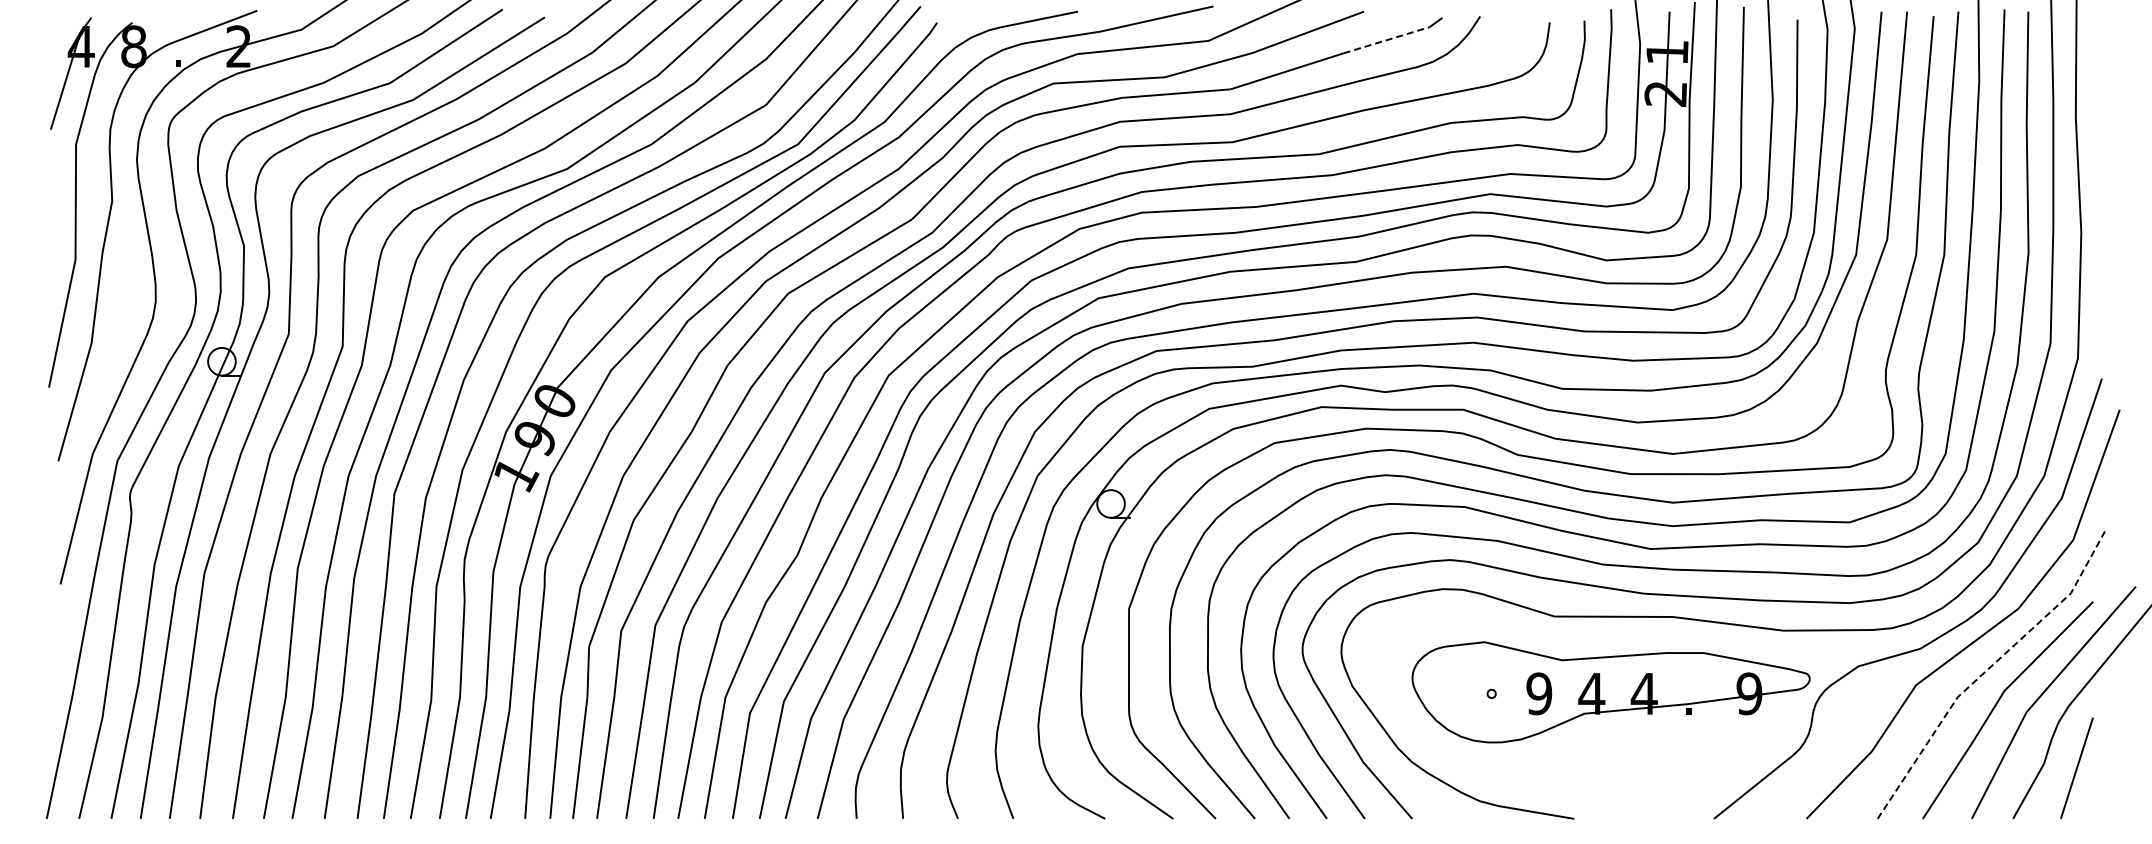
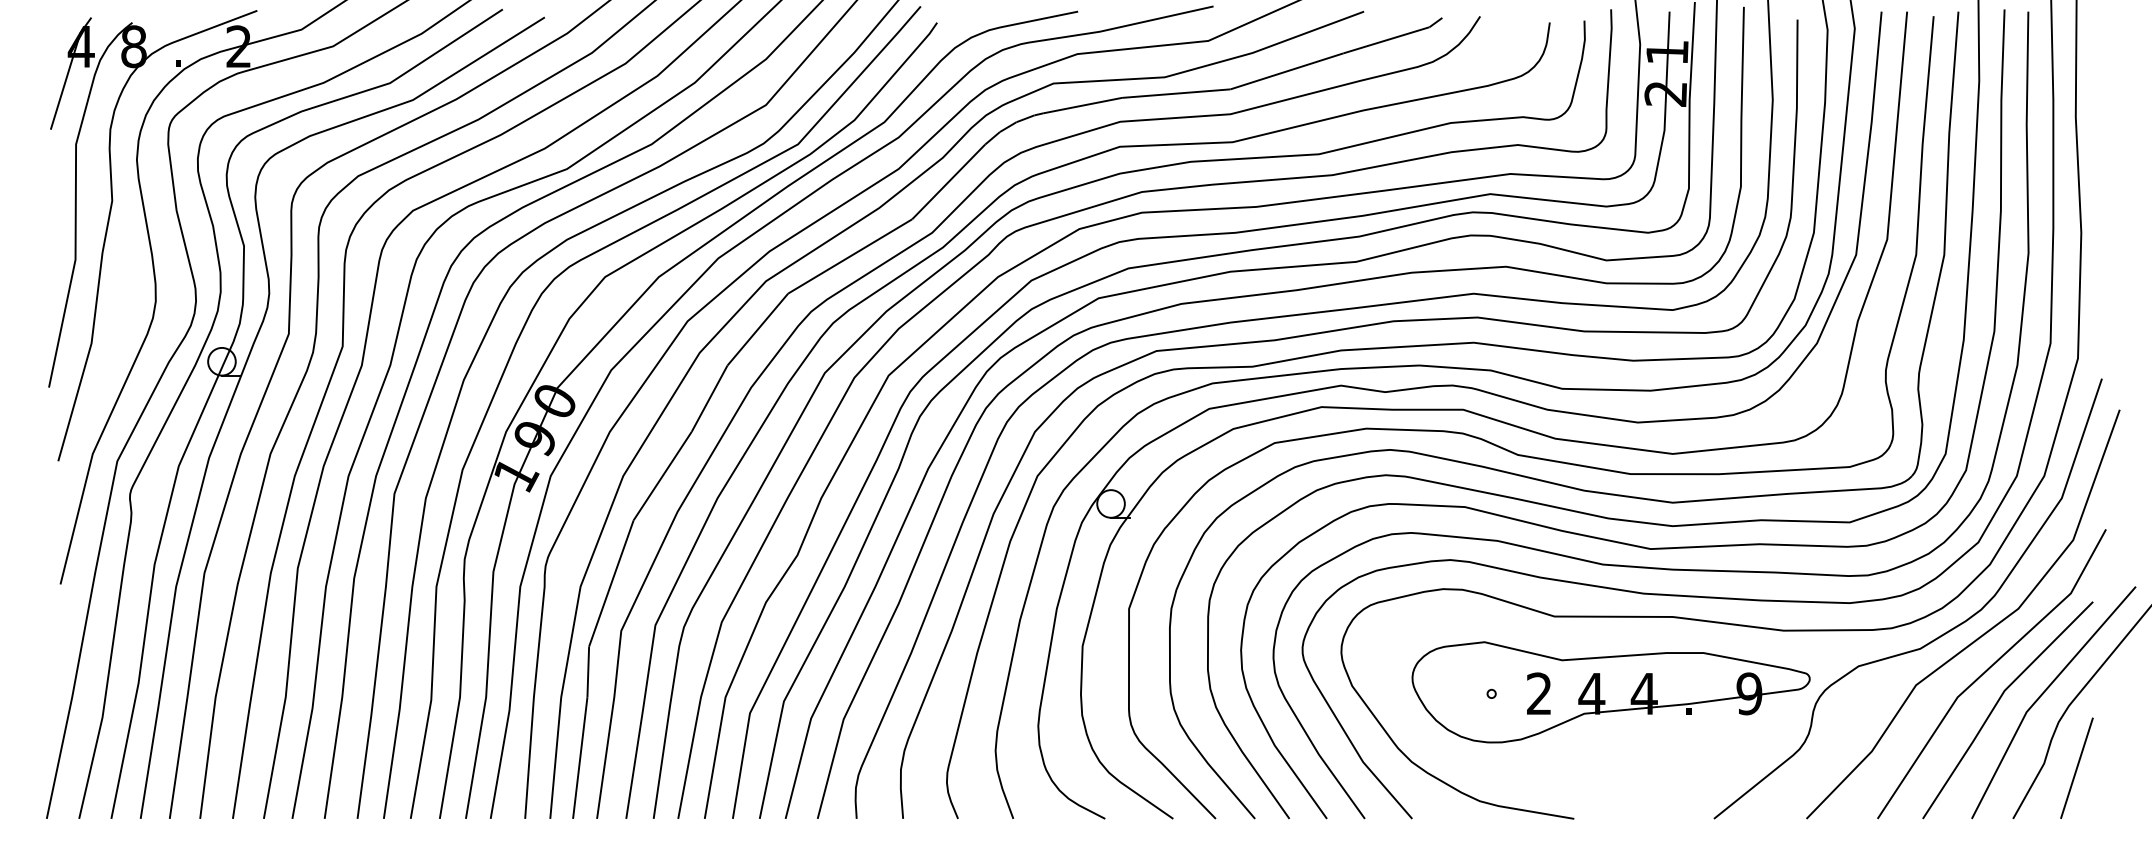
line at (1386, 40): dashed -> solid
line at (1987, 669): dashed -> solid
text at (1539, 693): 9 -> 2
